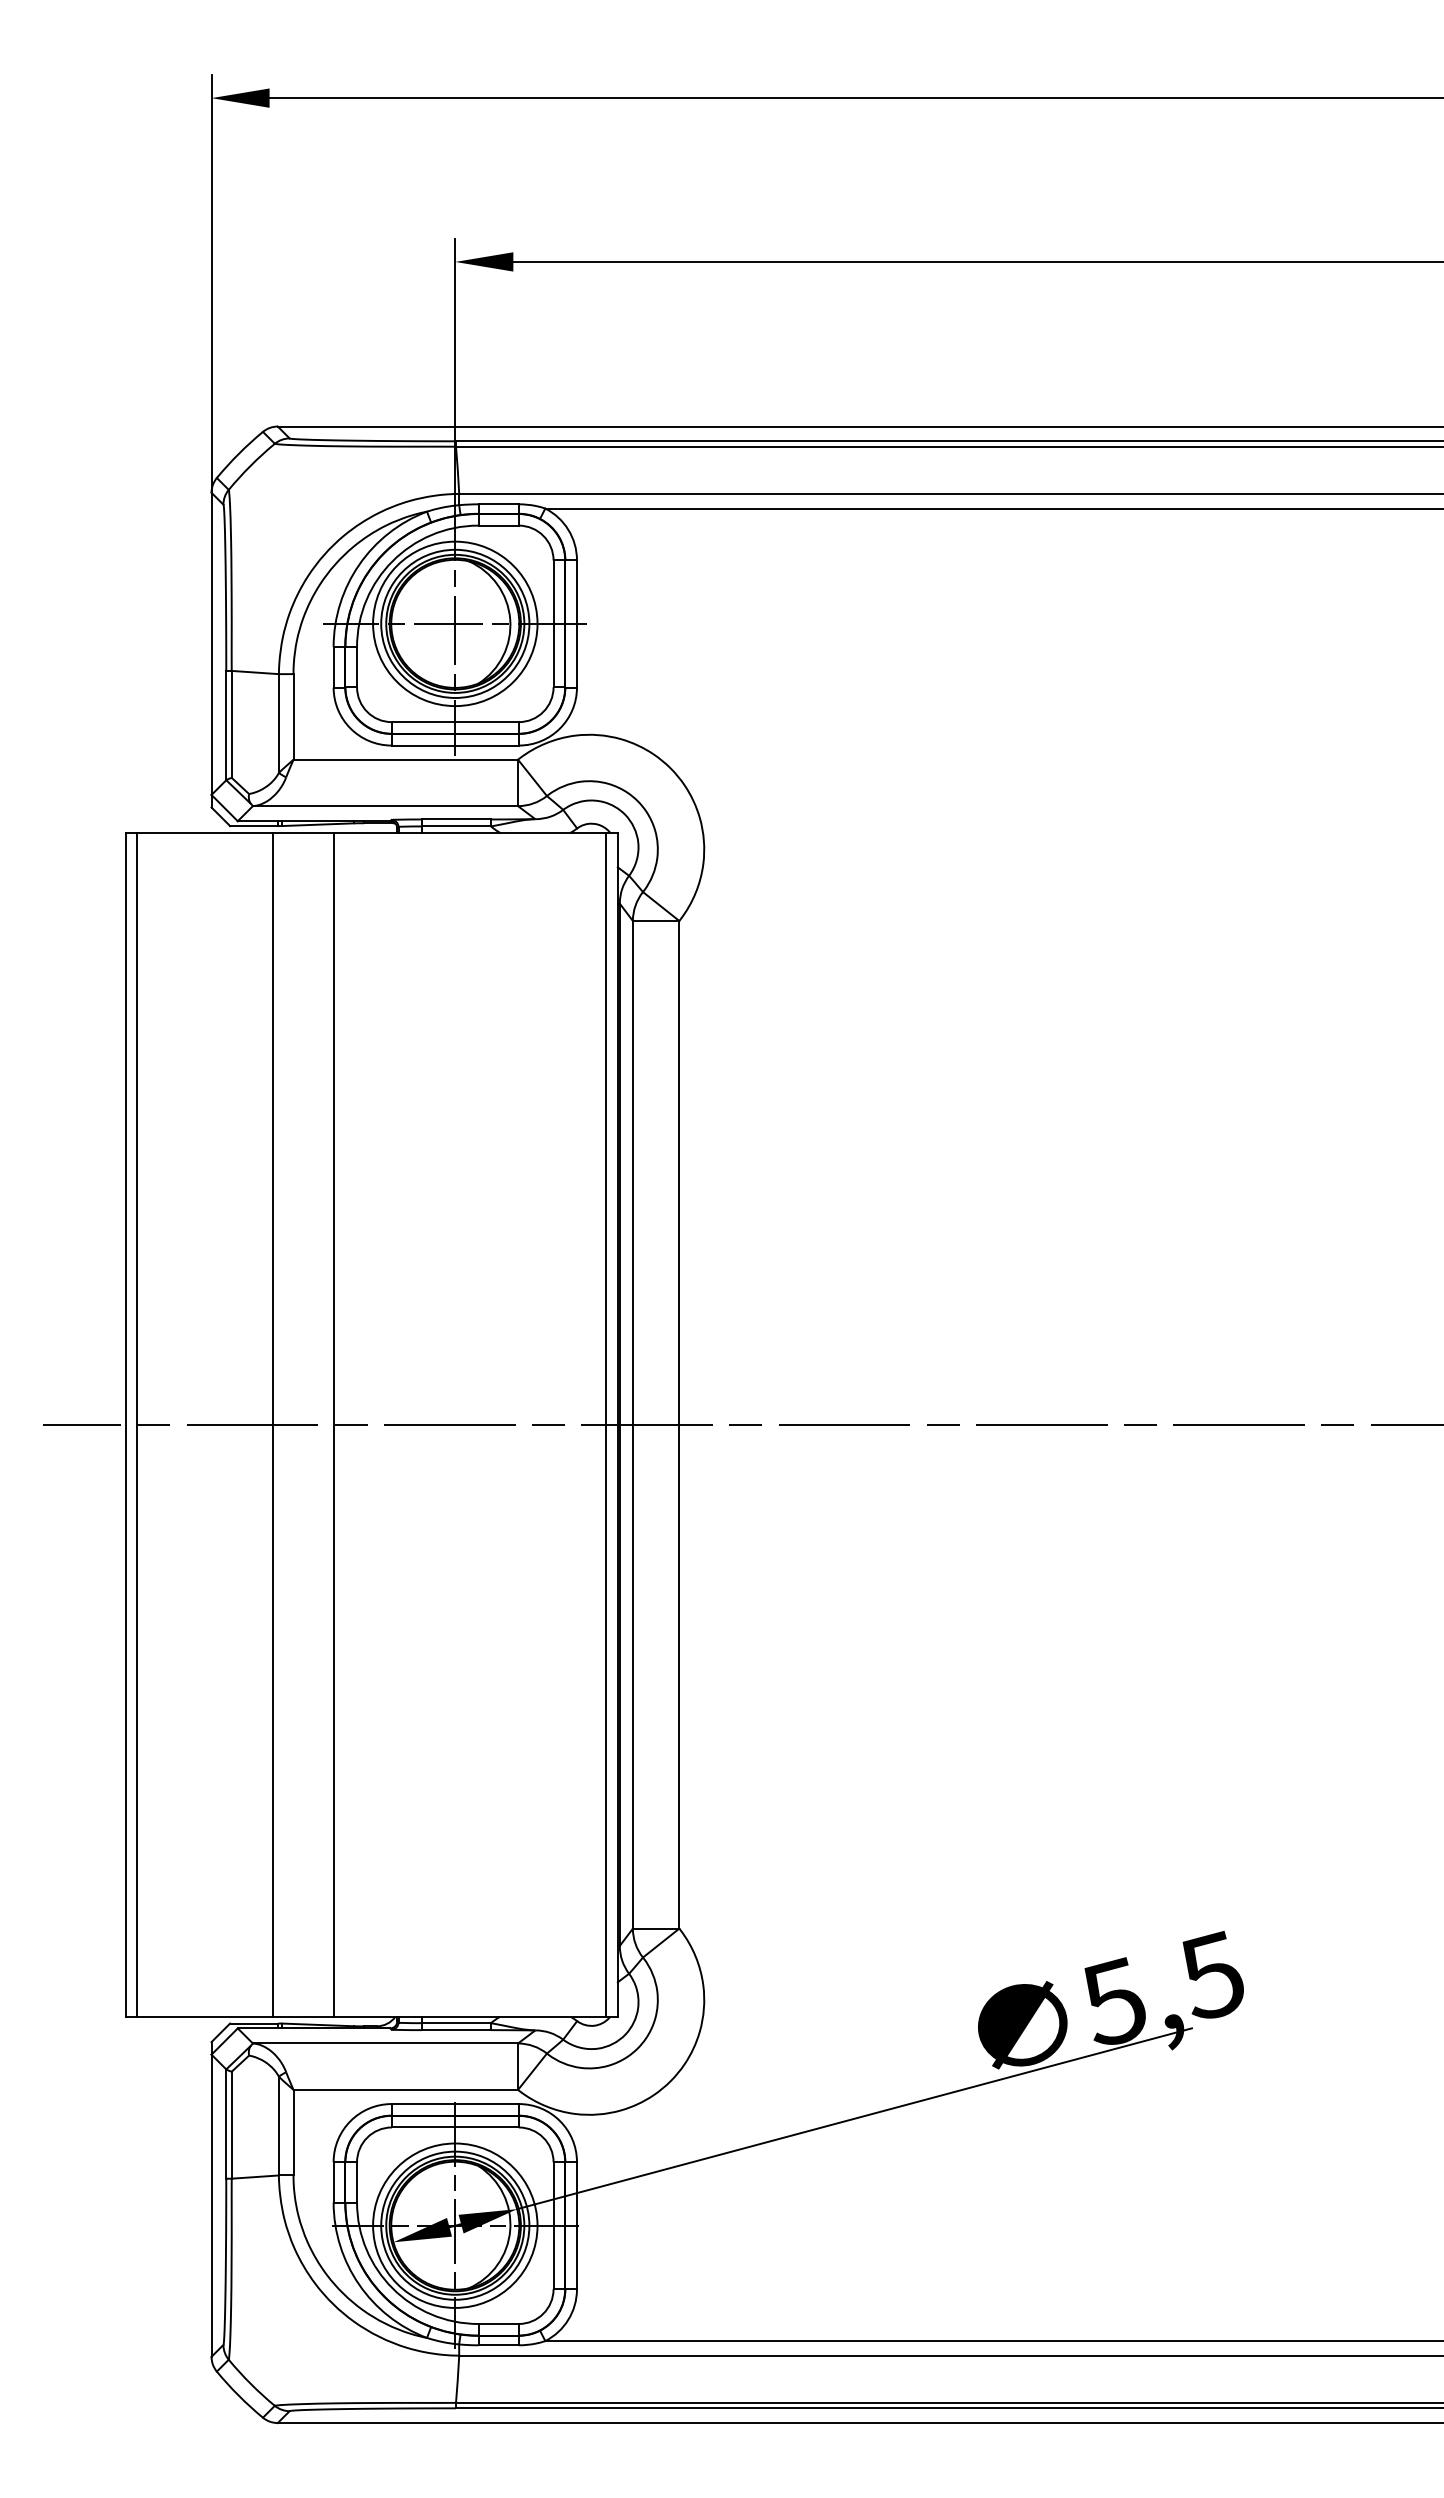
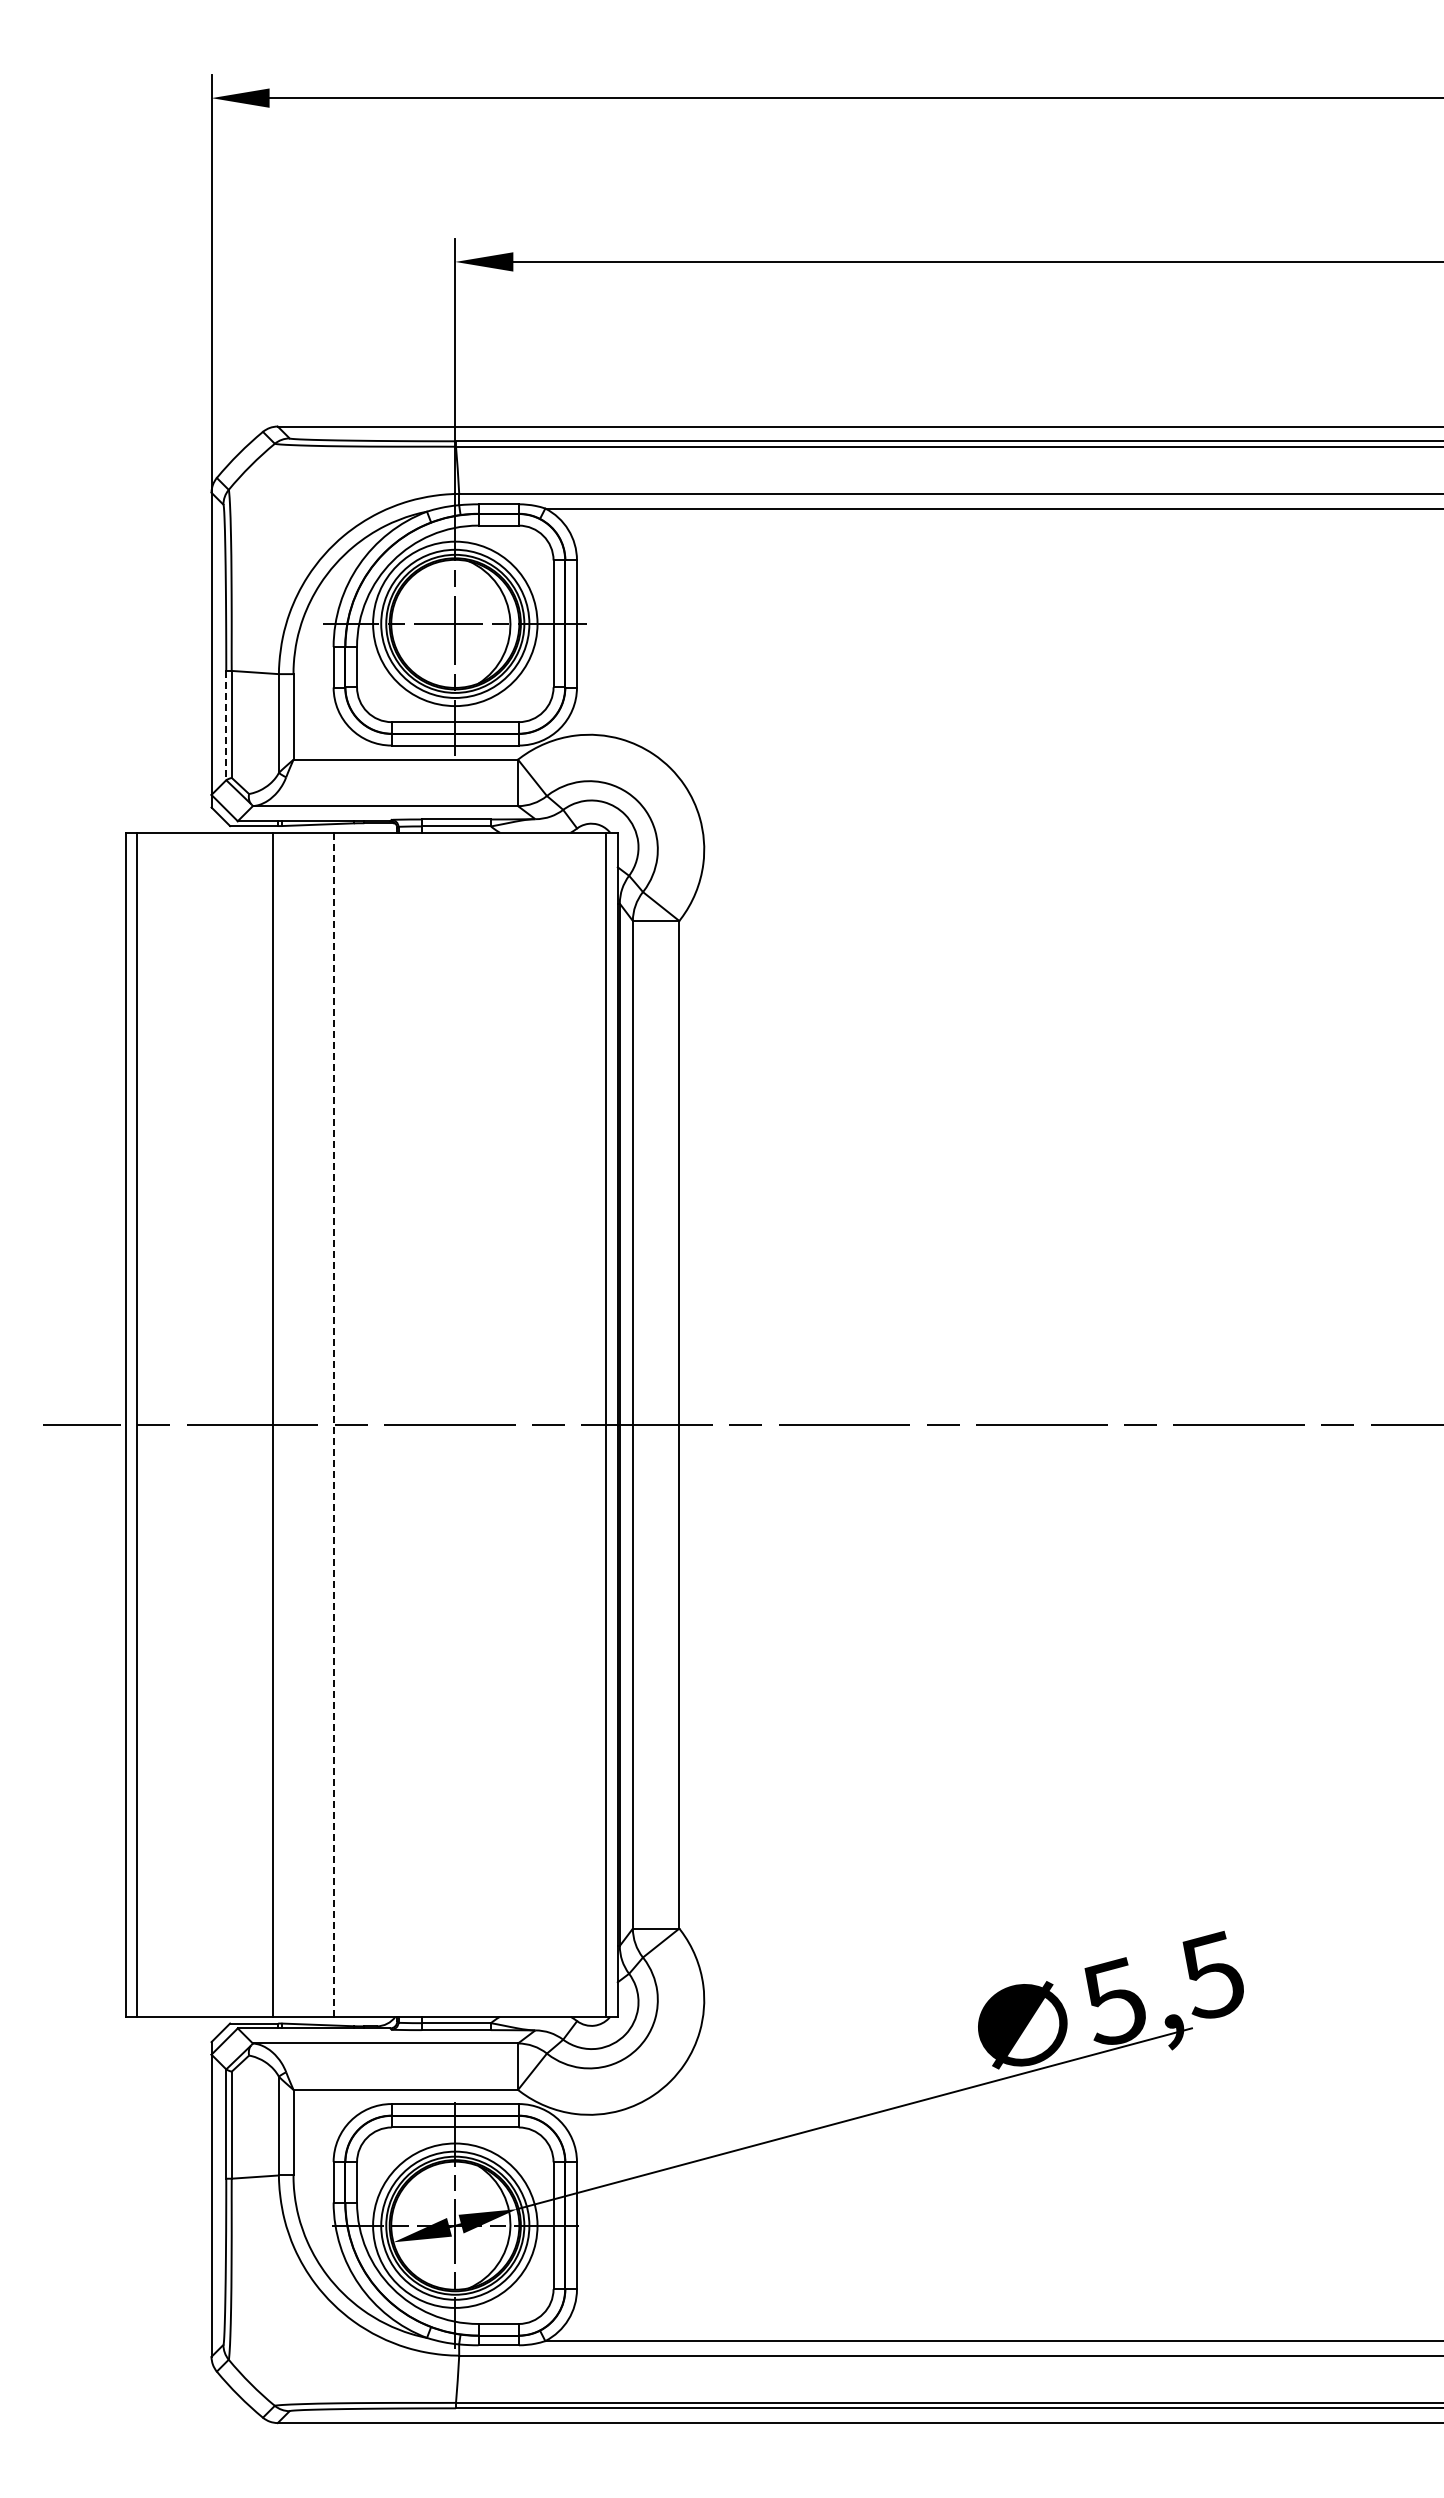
line at (226, 725): solid -> dashed
line at (333, 1424): solid -> dashed
